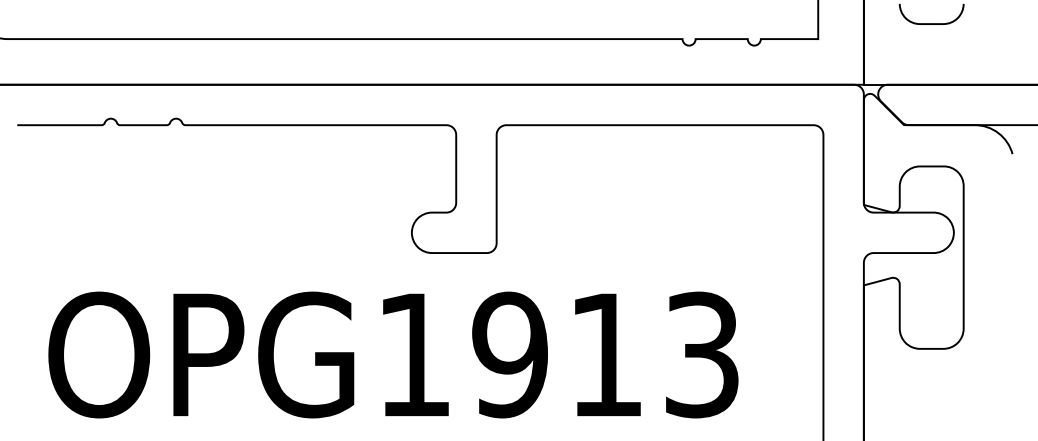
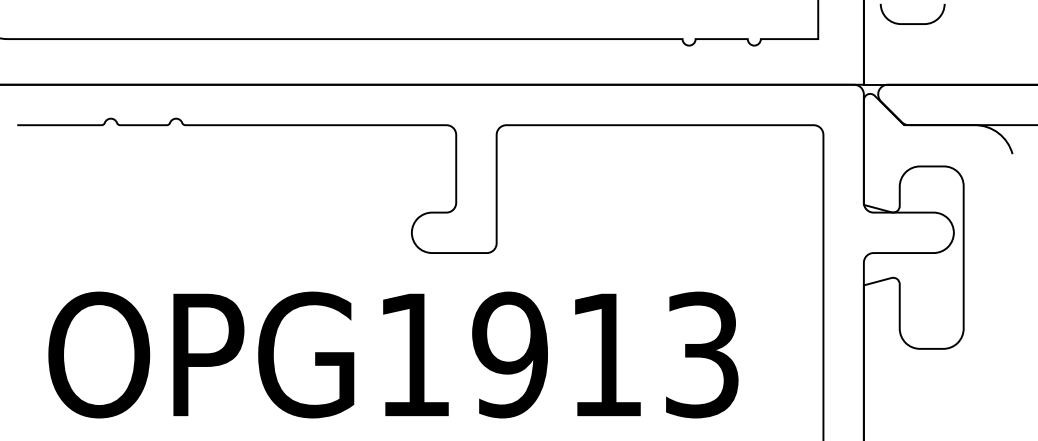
curve at (931, 23) position: (931, 23) -> (912, 23)
